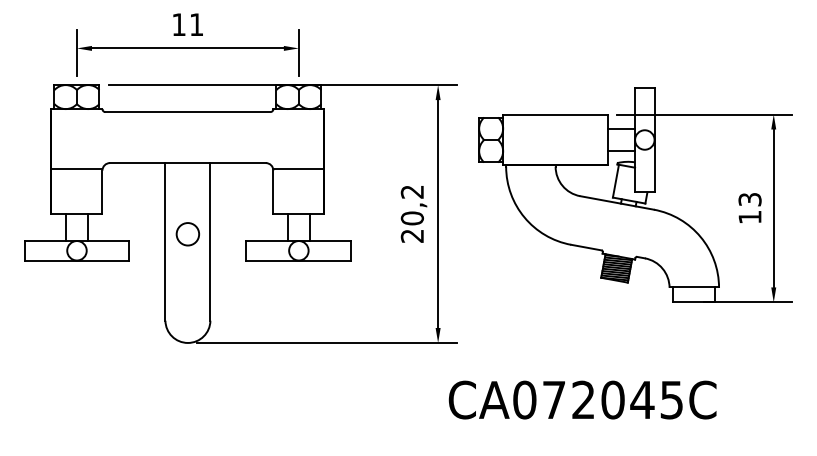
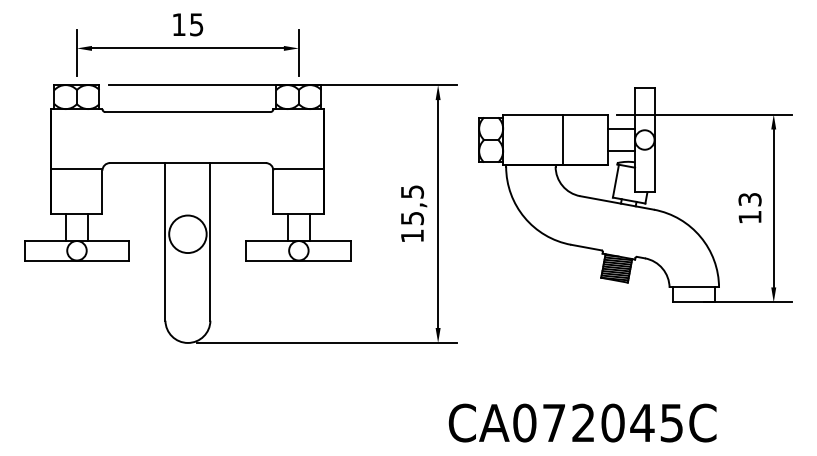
text at (196, 24): 11 -> 15
line at (563, 139): none -> present
text at (412, 213): 20,2 -> 15,5
circle at (187, 234) diameter: 22 px -> 37 px
text at (582, 399) position: (582, 399) -> (582, 422)
